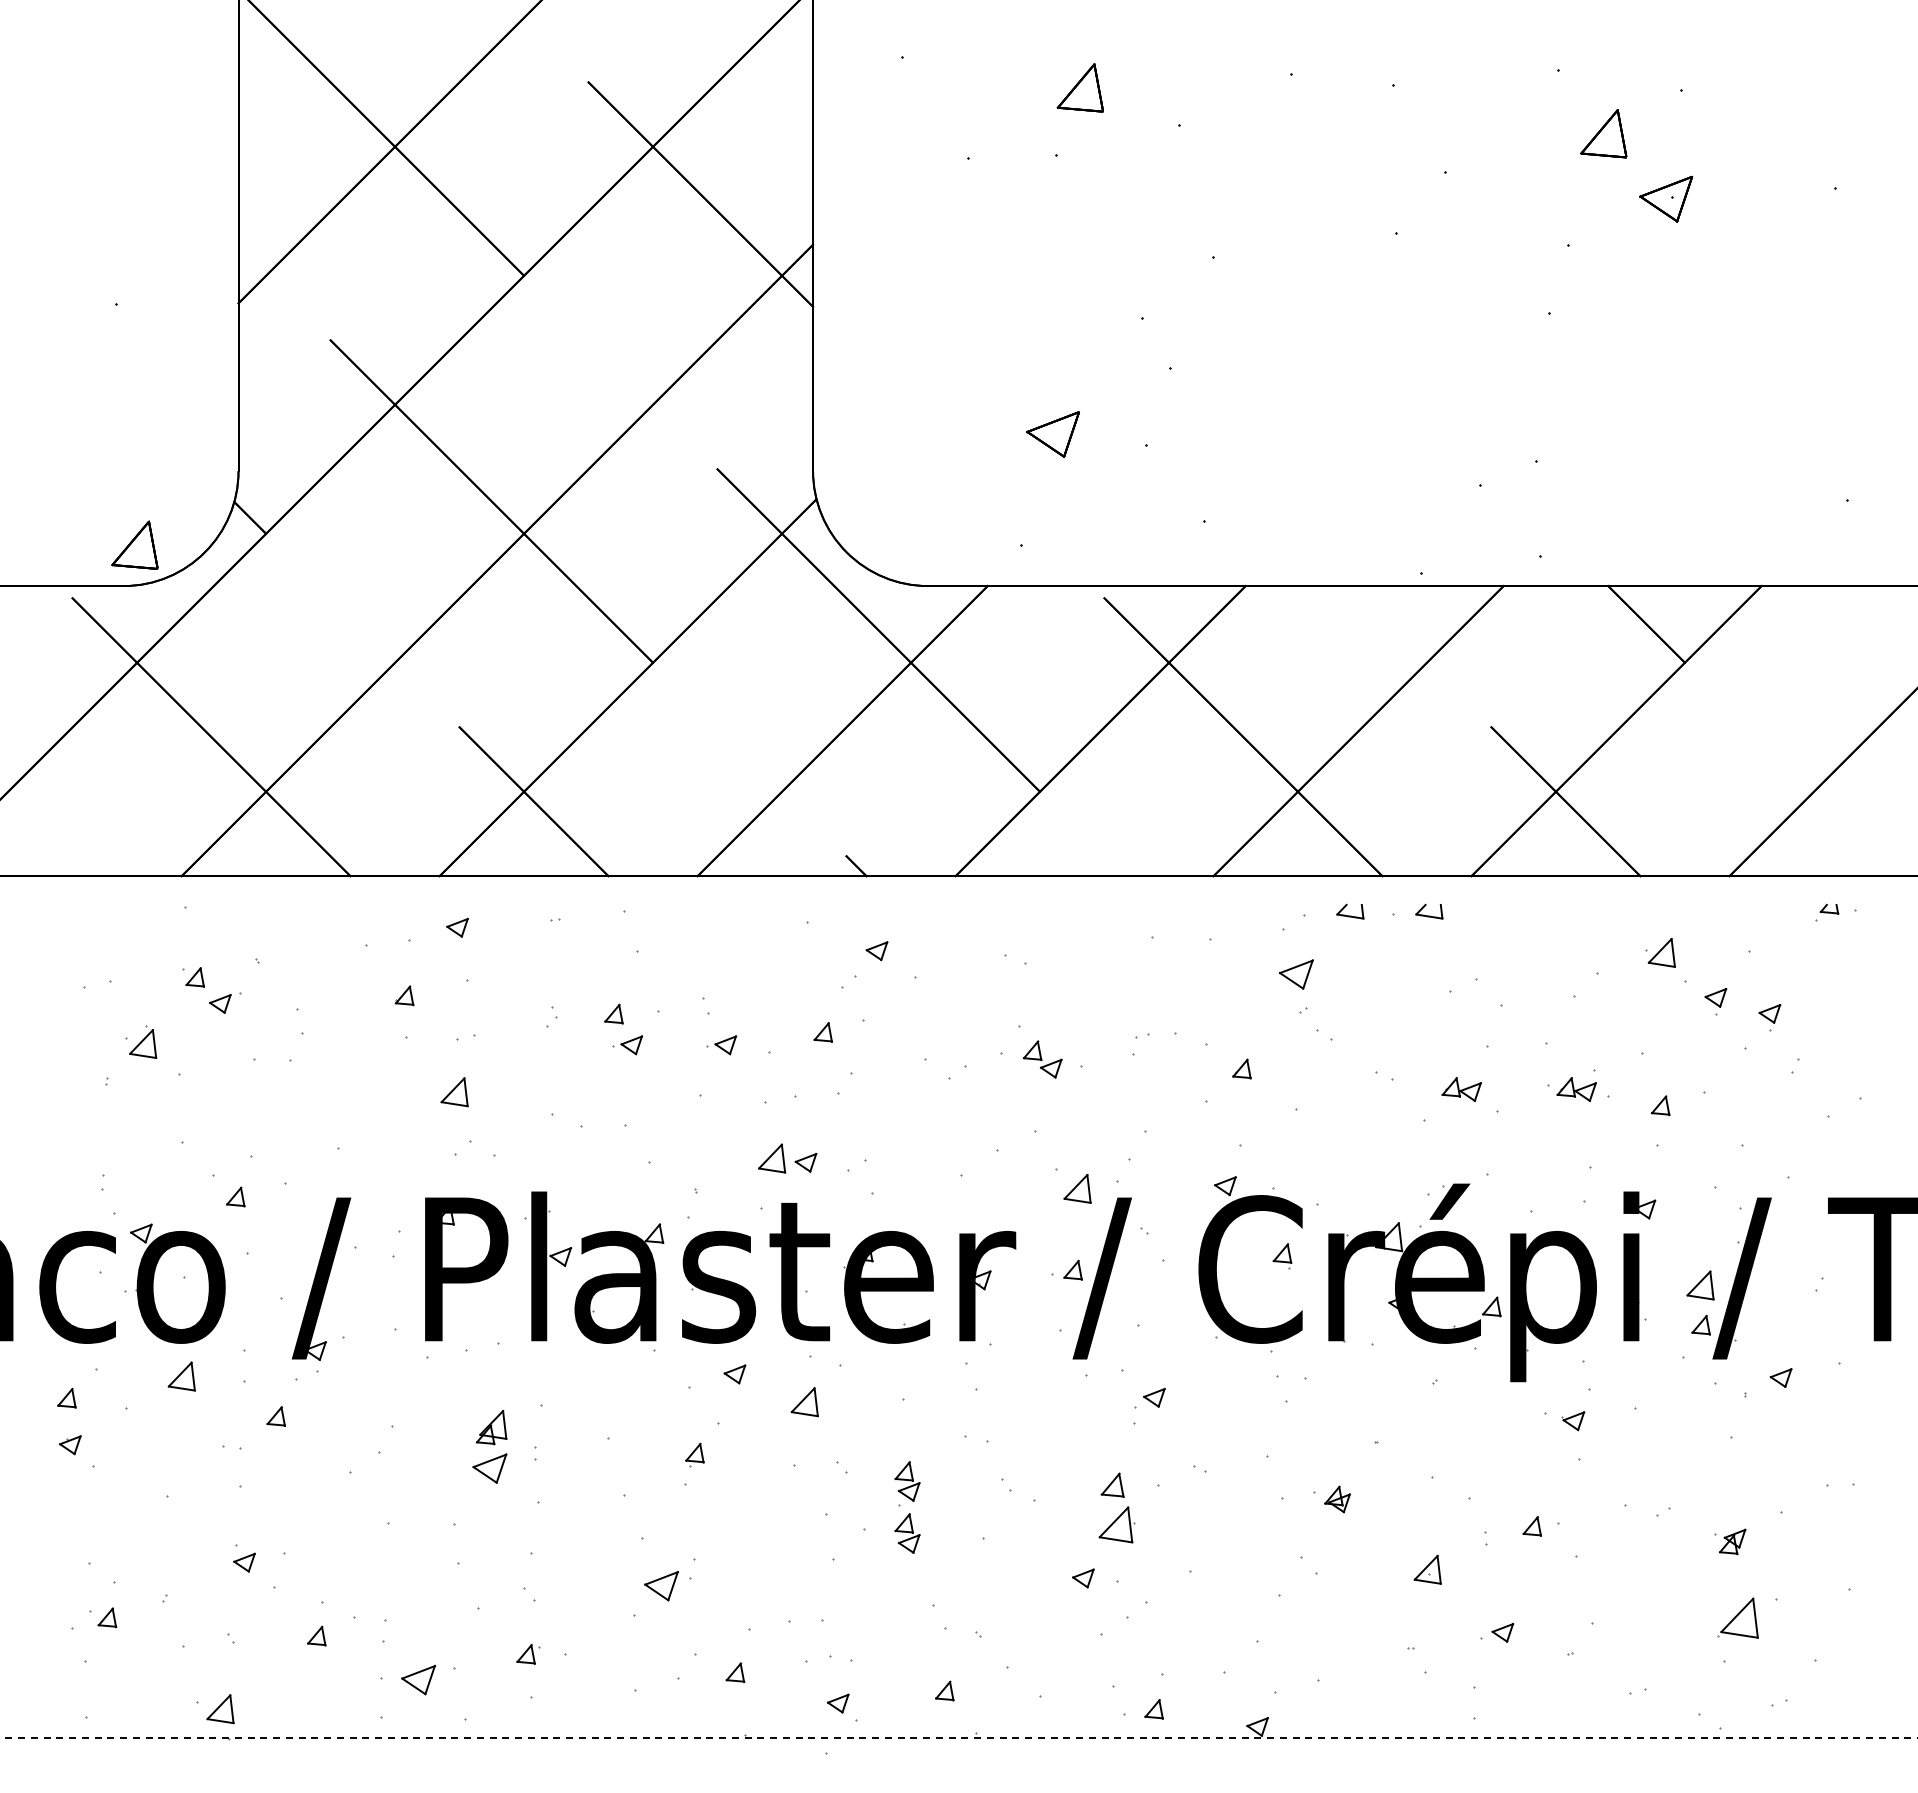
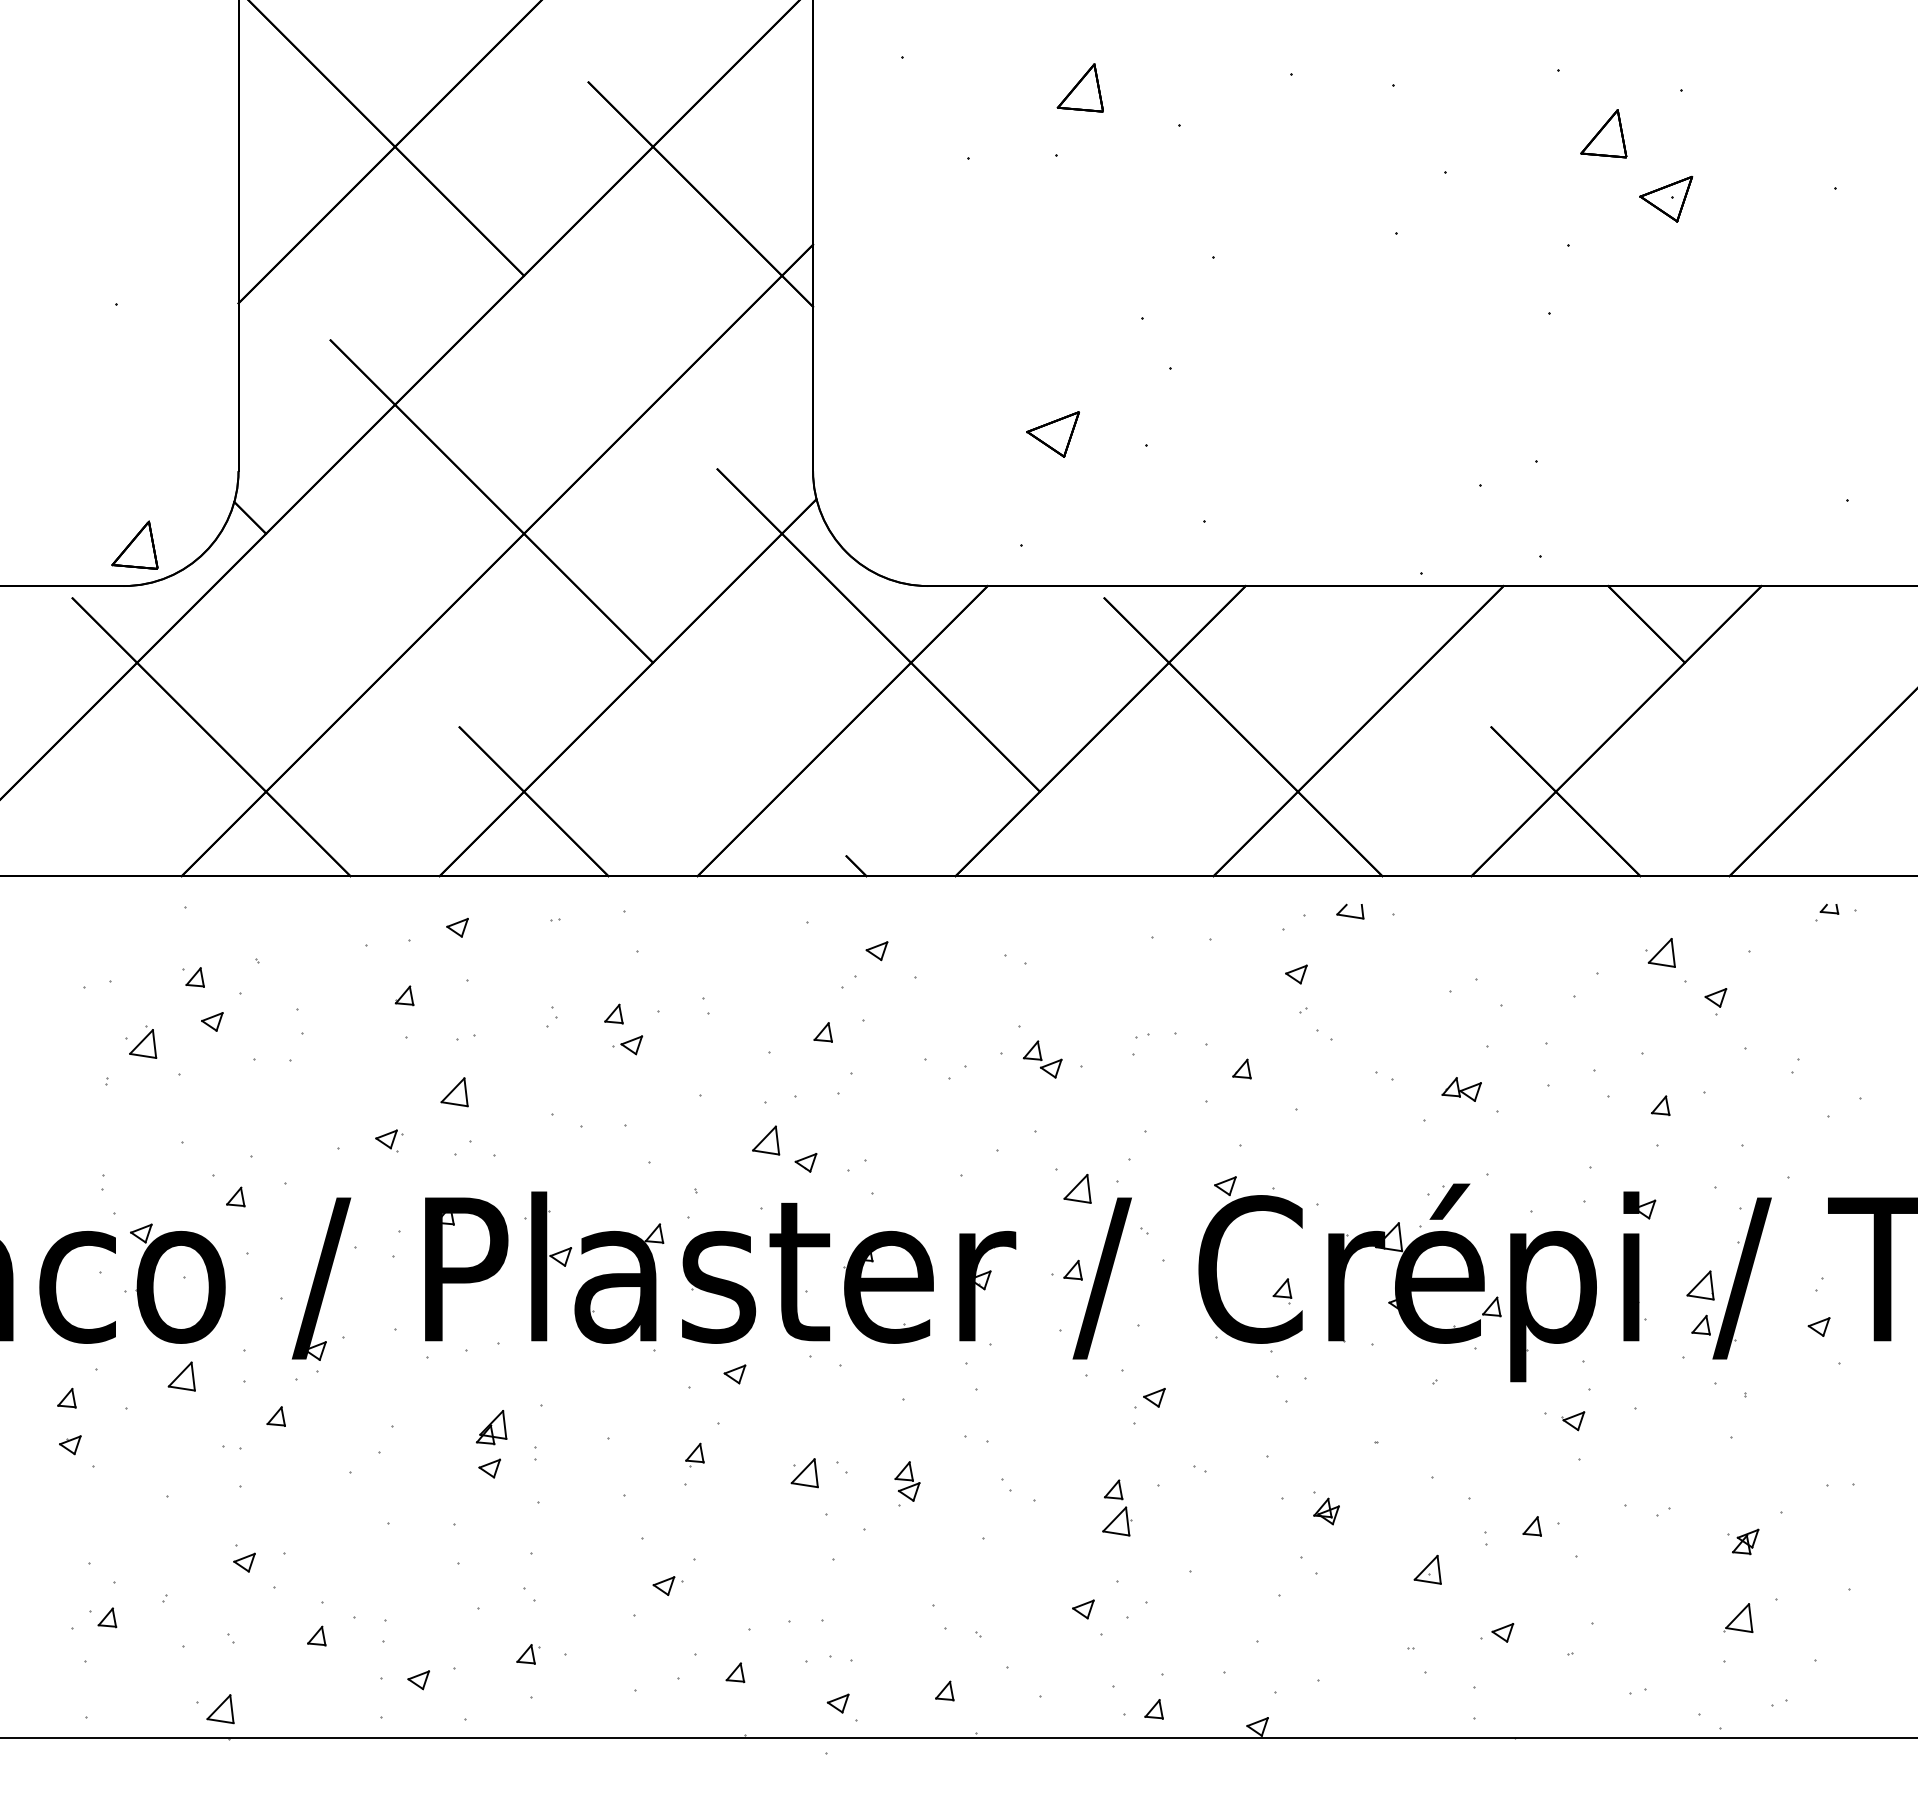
part at (1429, 911): present -> none
part at (1296, 974) size: 35x31 px -> 23x21 px
part at (220, 1003) position: (220, 1003) -> (212, 1021)
part at (1769, 1017): present -> none
part at (721, 1045): present -> none
part at (1576, 1089): present -> none
part at (389, 1140): none -> present
part at (772, 1158) position: (772, 1158) -> (766, 1140)
part at (1282, 1256) position: (1282, 1256) -> (1282, 1291)
part at (1780, 1377) position: (1780, 1377) -> (1818, 1326)
part at (804, 1402) position: (804, 1402) -> (804, 1473)
part at (489, 1468) size: 36x31 px -> 23x21 px
part at (1337, 1499) position: (1337, 1499) -> (1326, 1511)
part at (1116, 1507) size: 38x72 px -> 31x58 px
part at (907, 1533): present -> none
part at (1730, 1541) position: (1730, 1541) -> (1743, 1541)
part at (1083, 1578) position: (1083, 1578) -> (1083, 1609)
part at (667, 1586) size: 48x31 px -> 32x20 px
part at (1737, 1617) size: 42x42 px -> 31x30 px
part at (418, 1680) size: 36x31 px -> 24x21 px
line at (959, 1738): dashed -> solid
